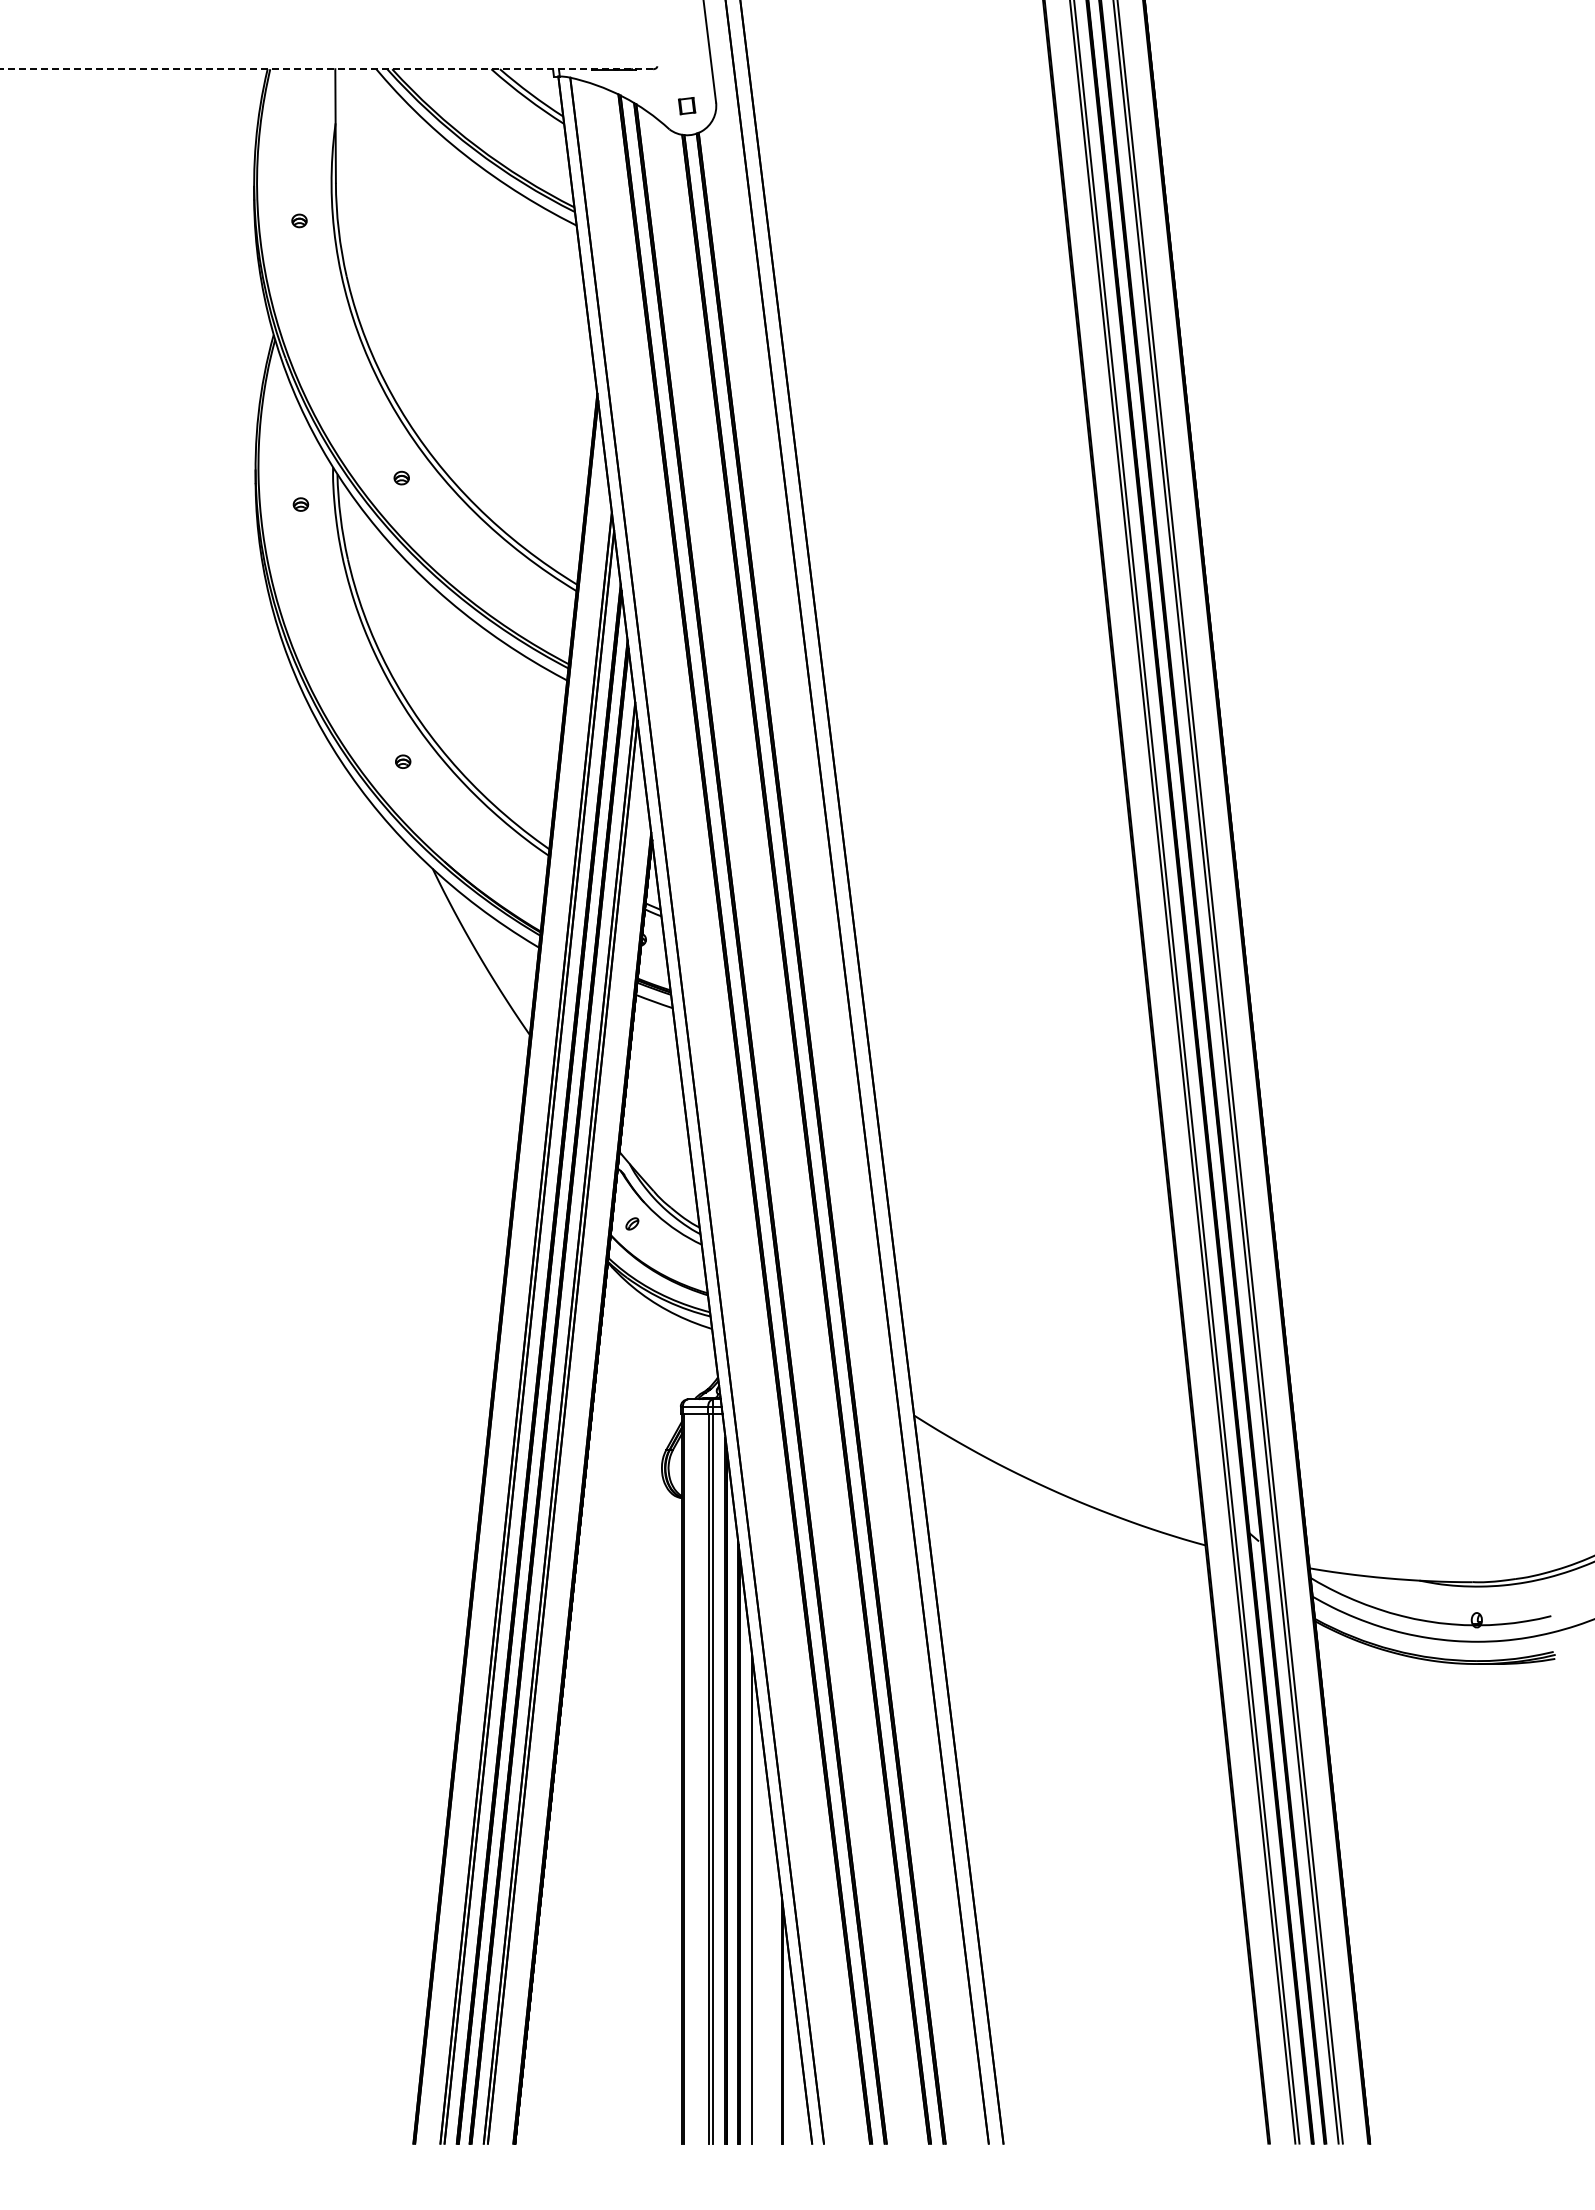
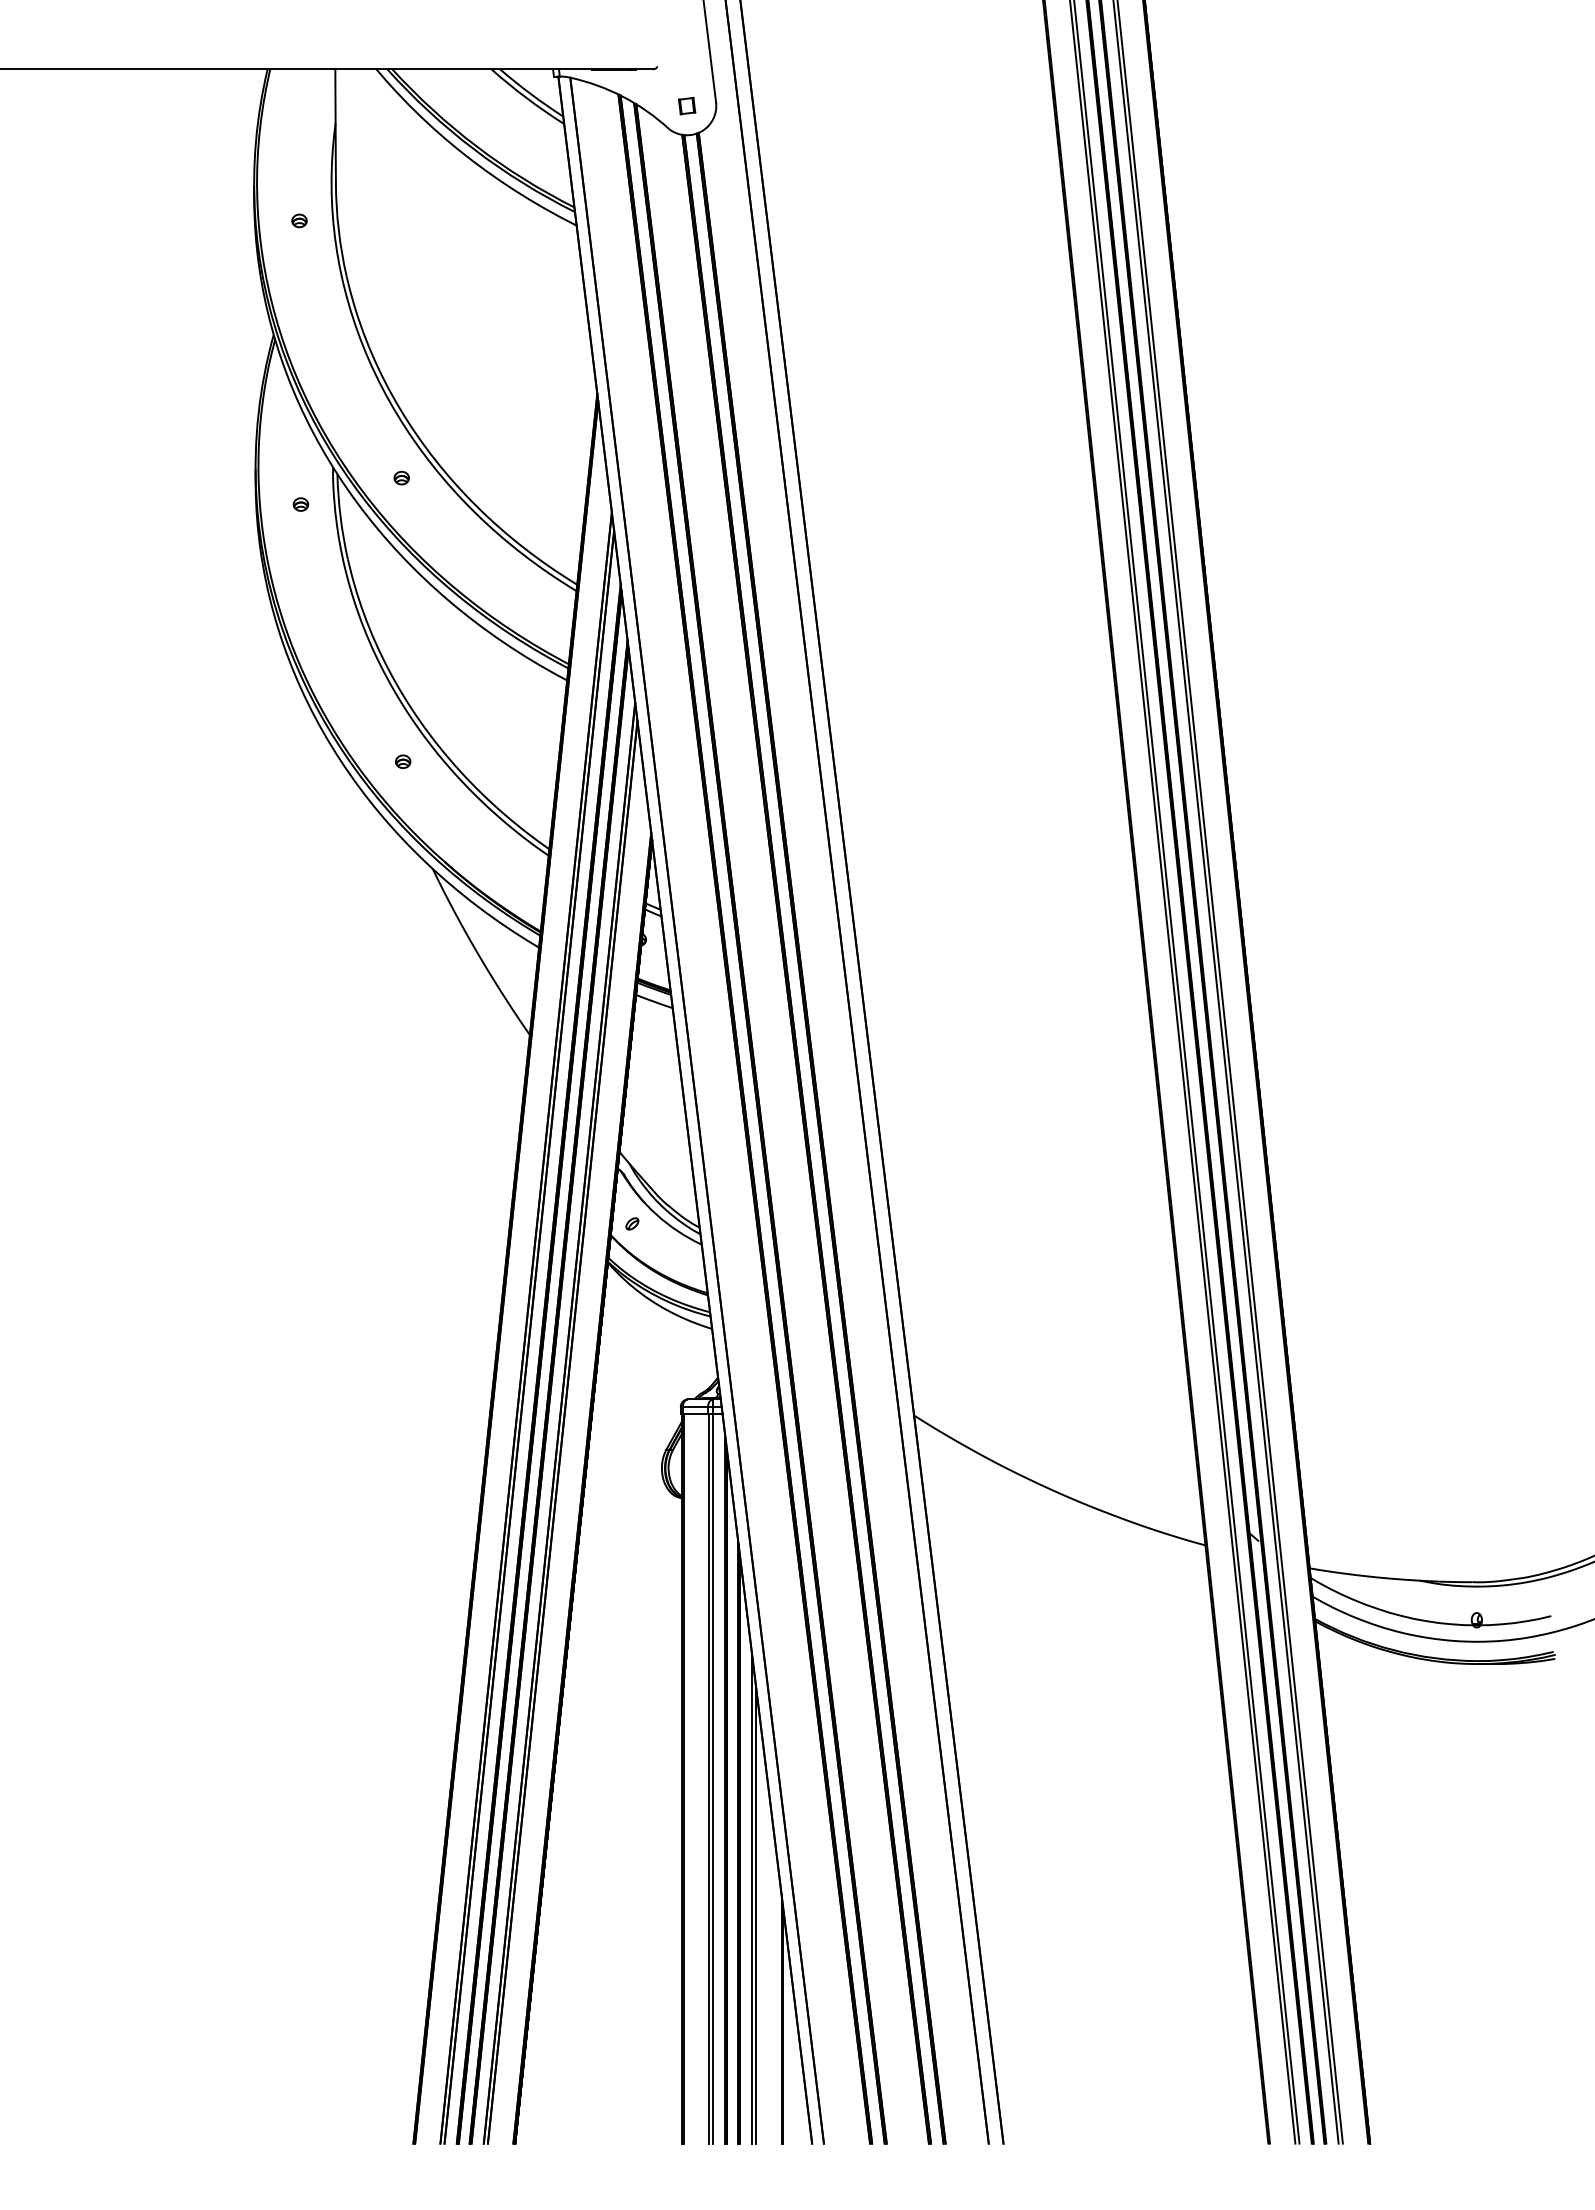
line at (326, 69): dashed -> solid
line at (756, 1916): none -> present
